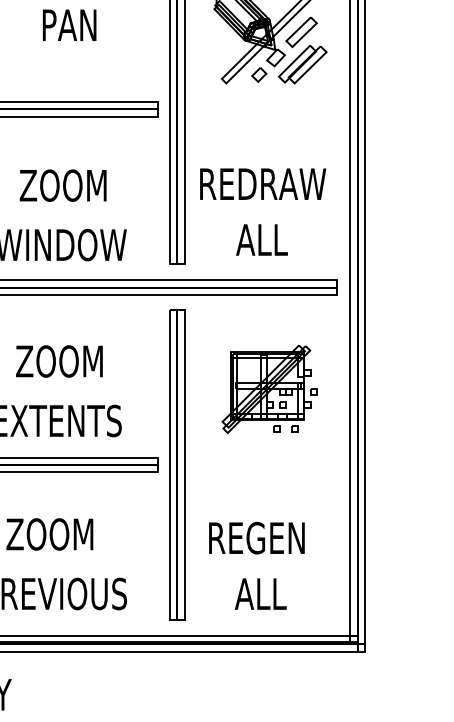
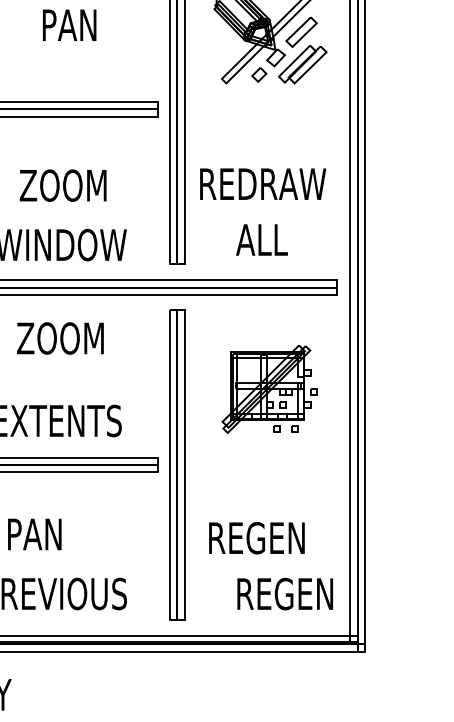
text at (59, 361) position: (59, 361) -> (60, 338)
text at (49, 534): ZOOM -> PAN
text at (283, 593): ALL -> REGEN
